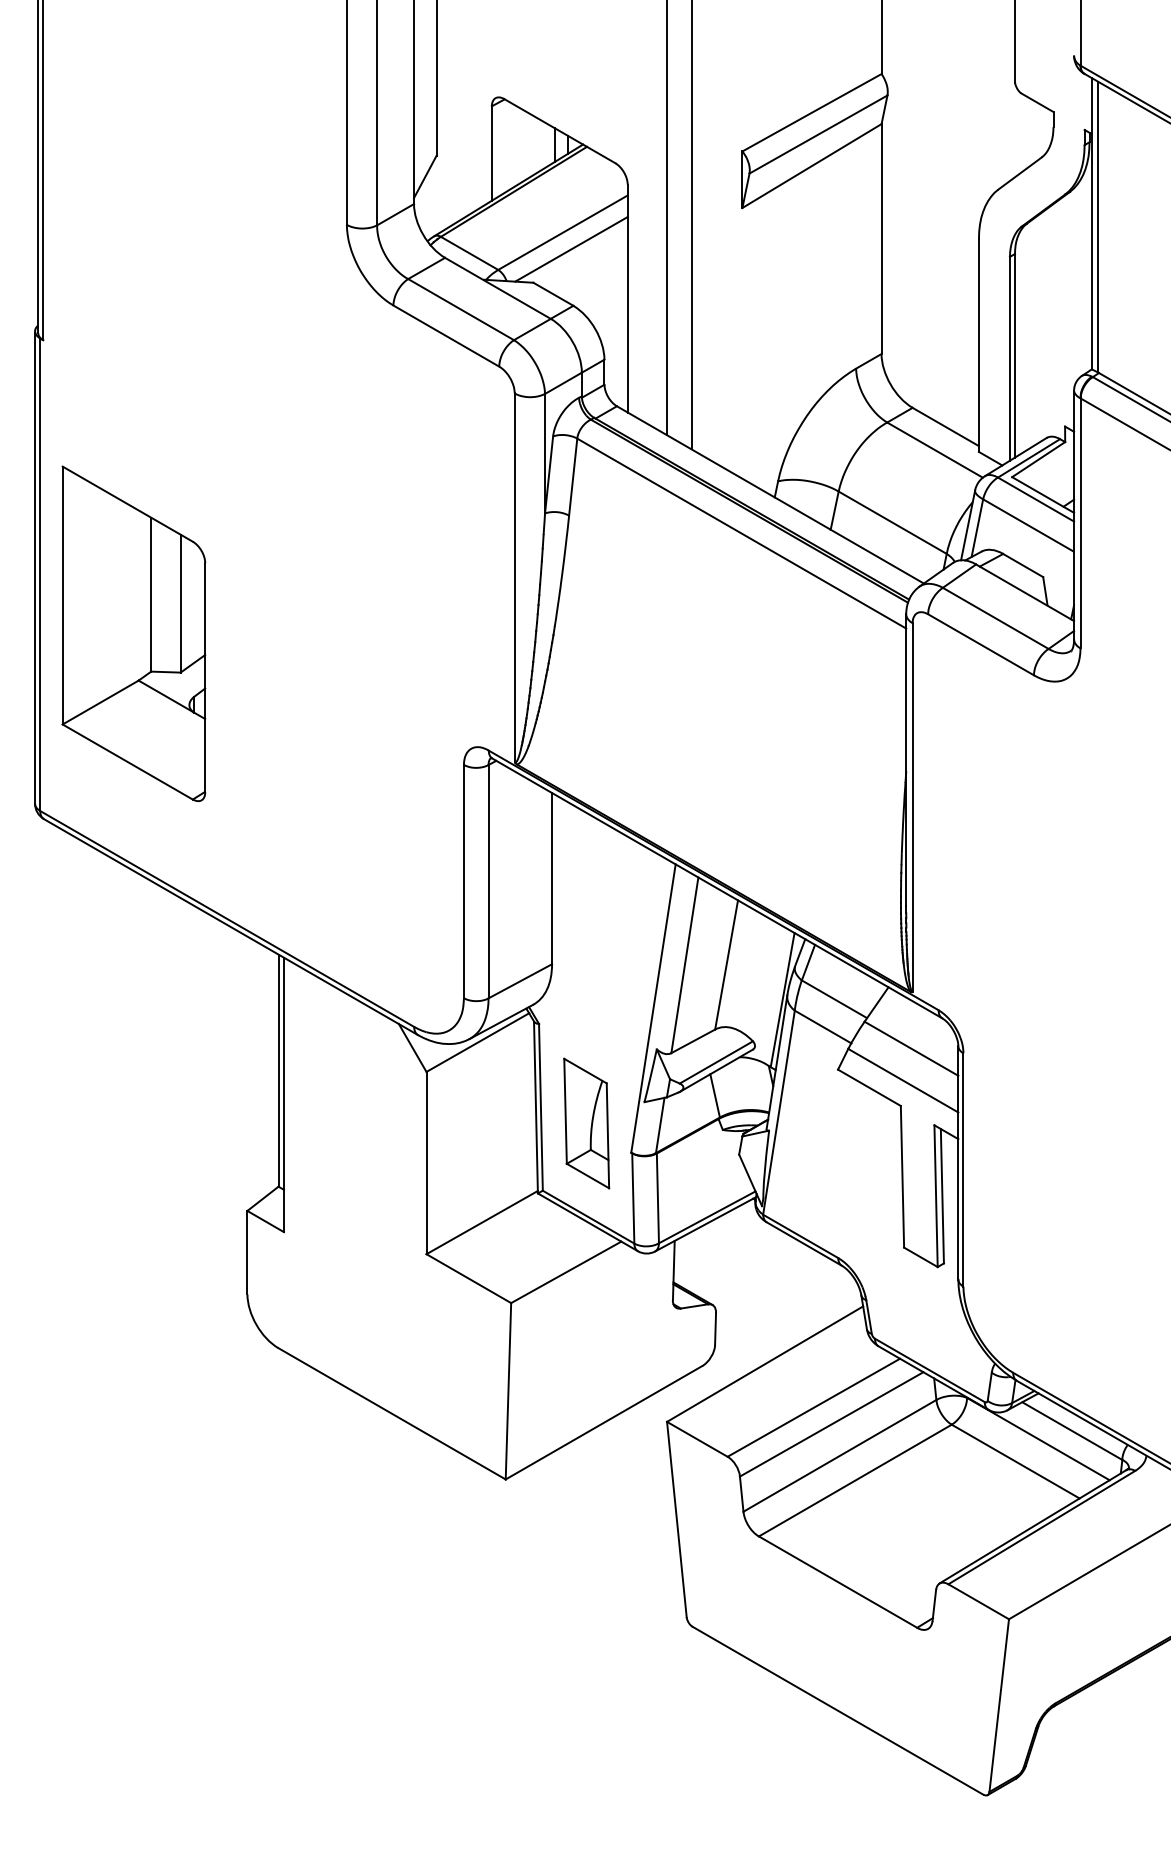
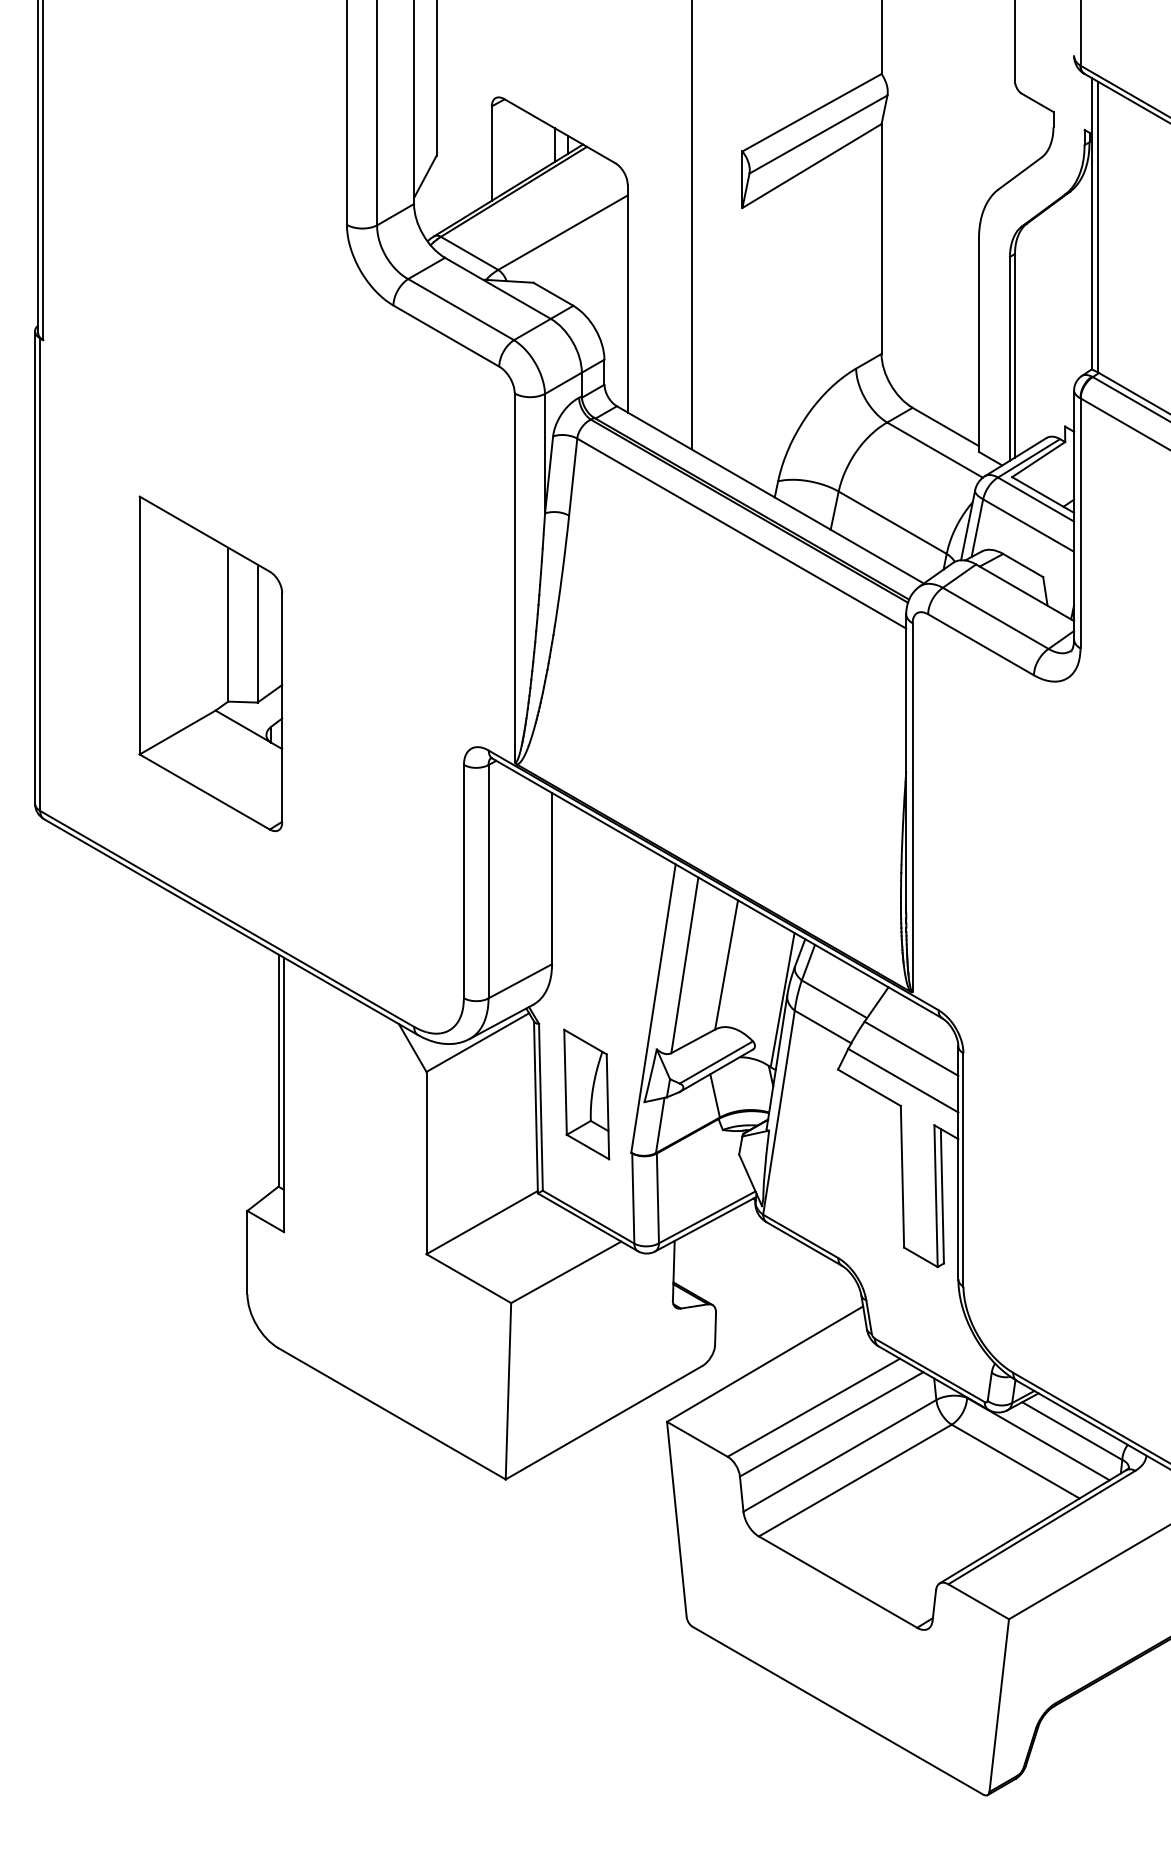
line at (666, 218): present -> none
line at (571, 248): present -> none
part at (133, 633) position: (133, 633) -> (210, 663)
part at (586, 1123) position: (586, 1123) -> (586, 1094)
